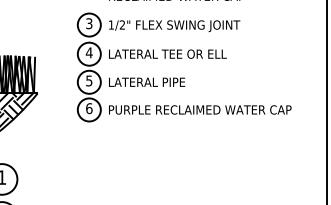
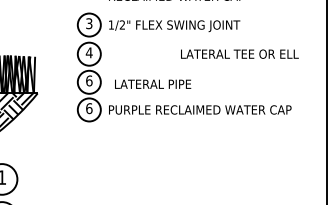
text at (167, 53) position: (167, 53) -> (239, 53)
text at (89, 80): 5 -> 6
text at (147, 81) position: (147, 81) -> (153, 83)
